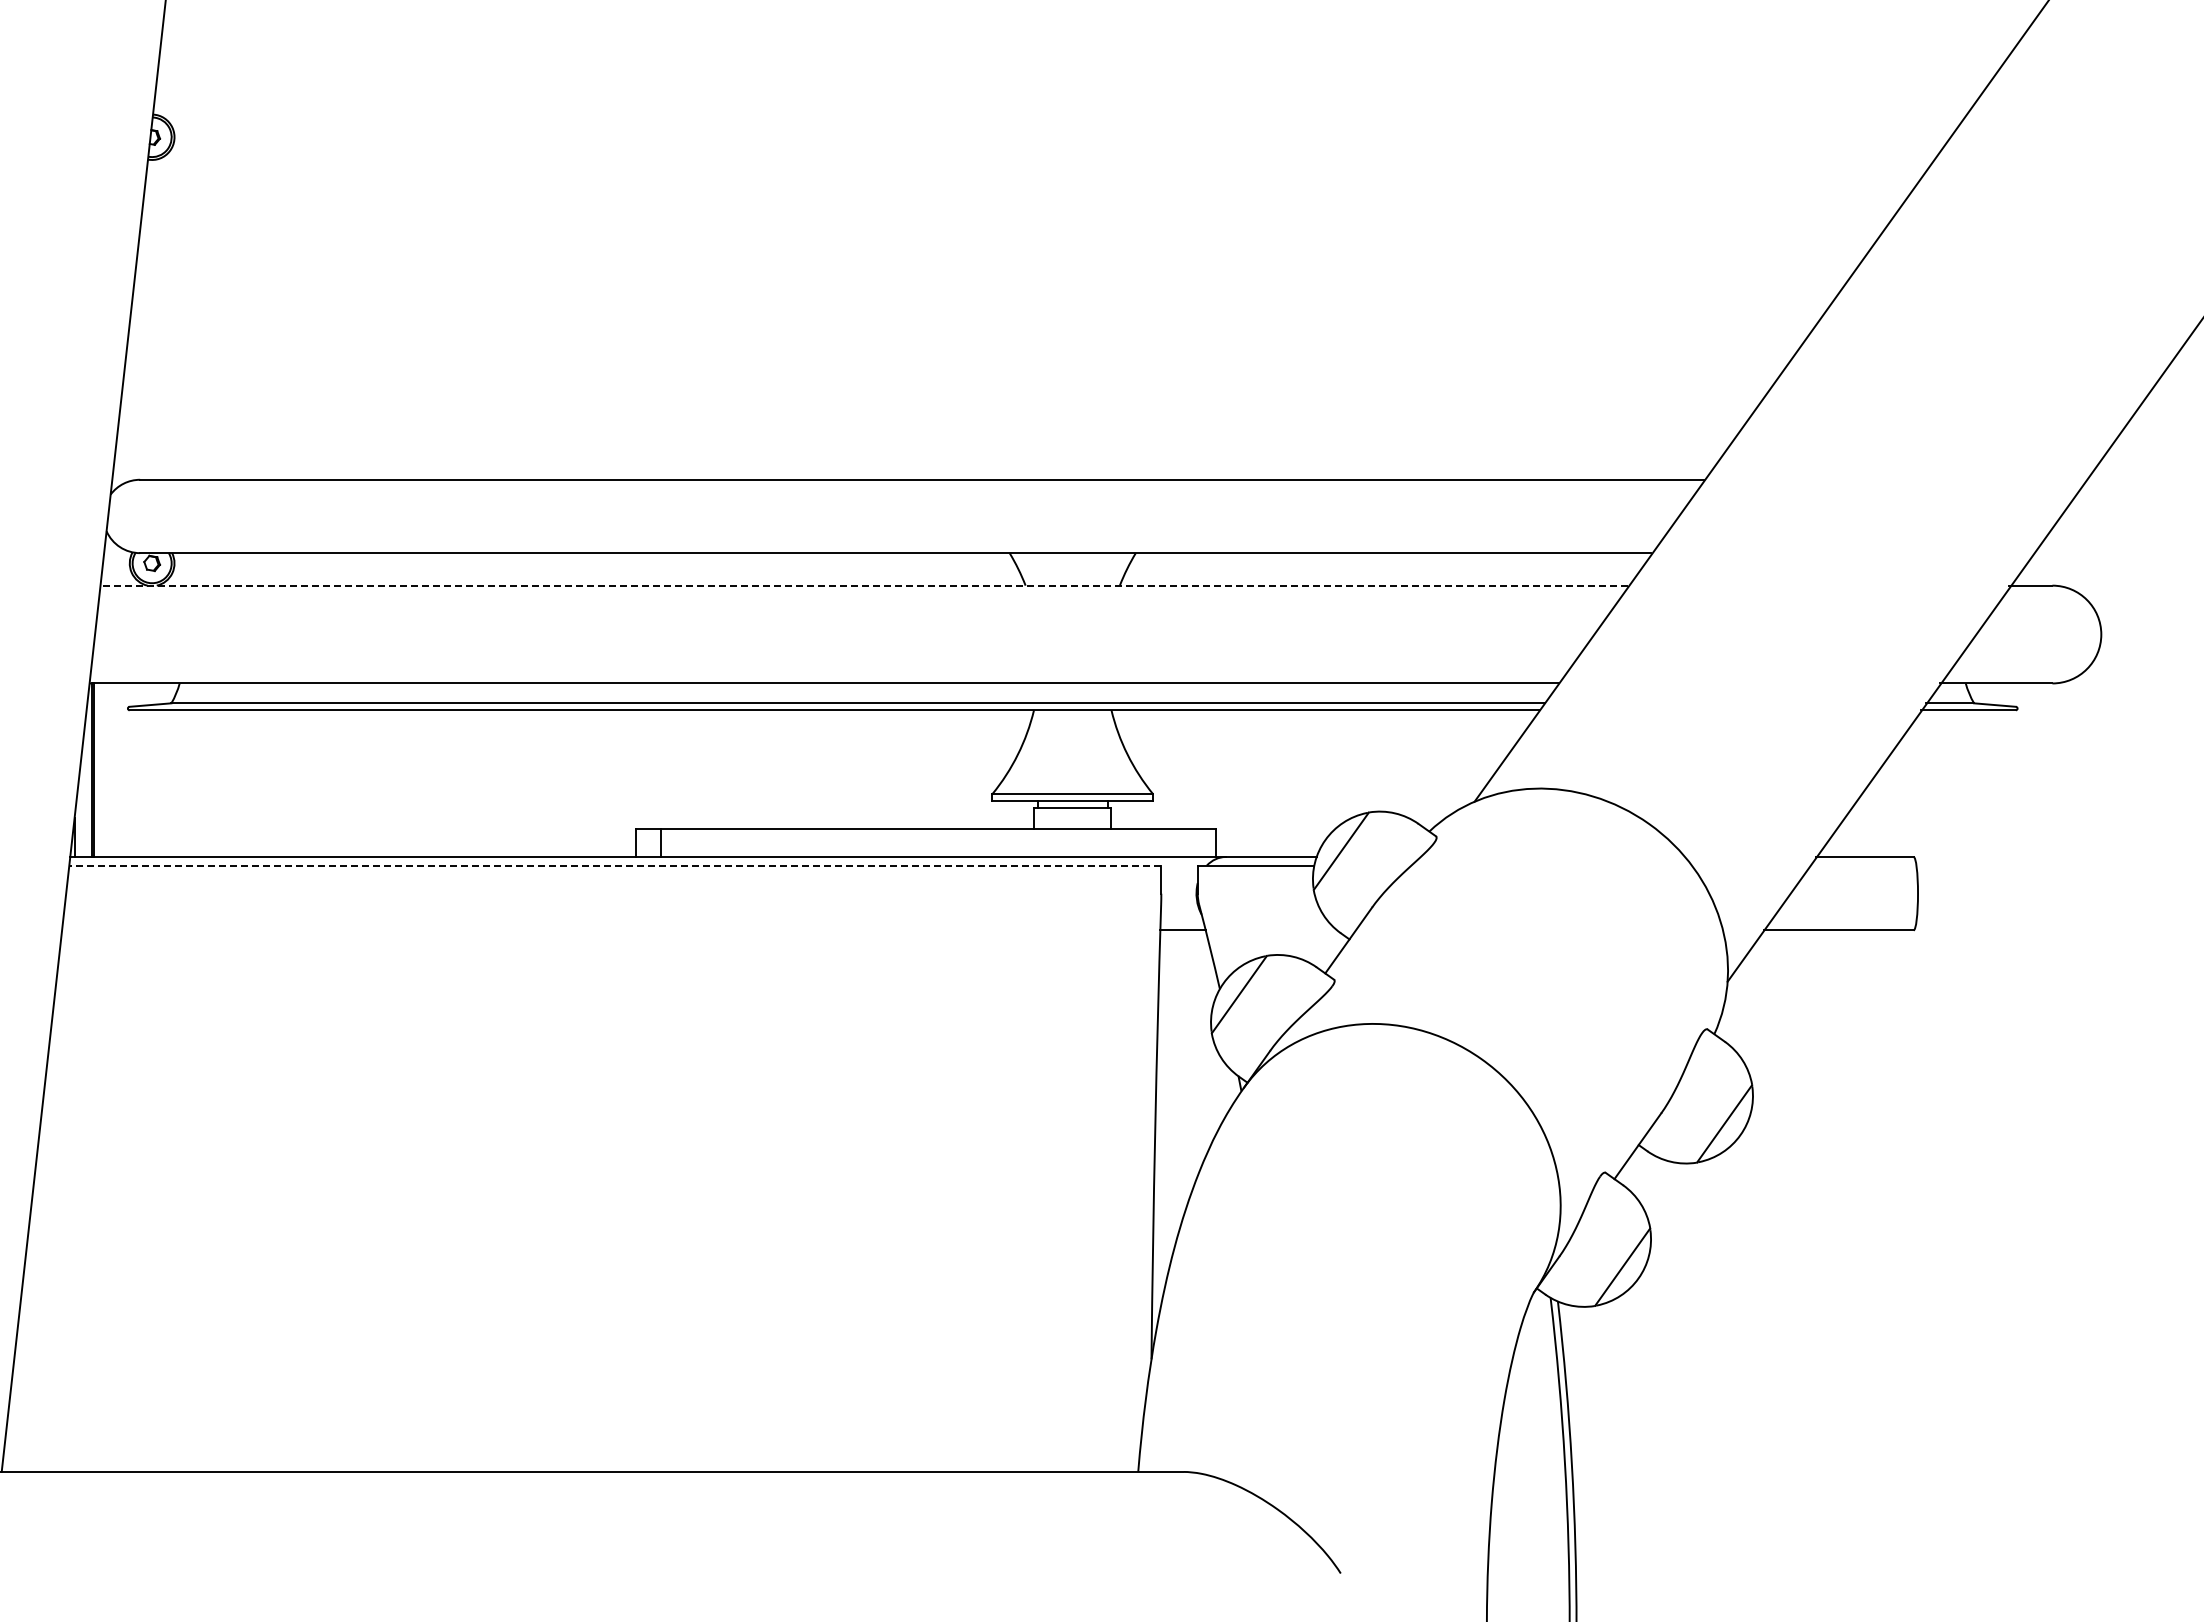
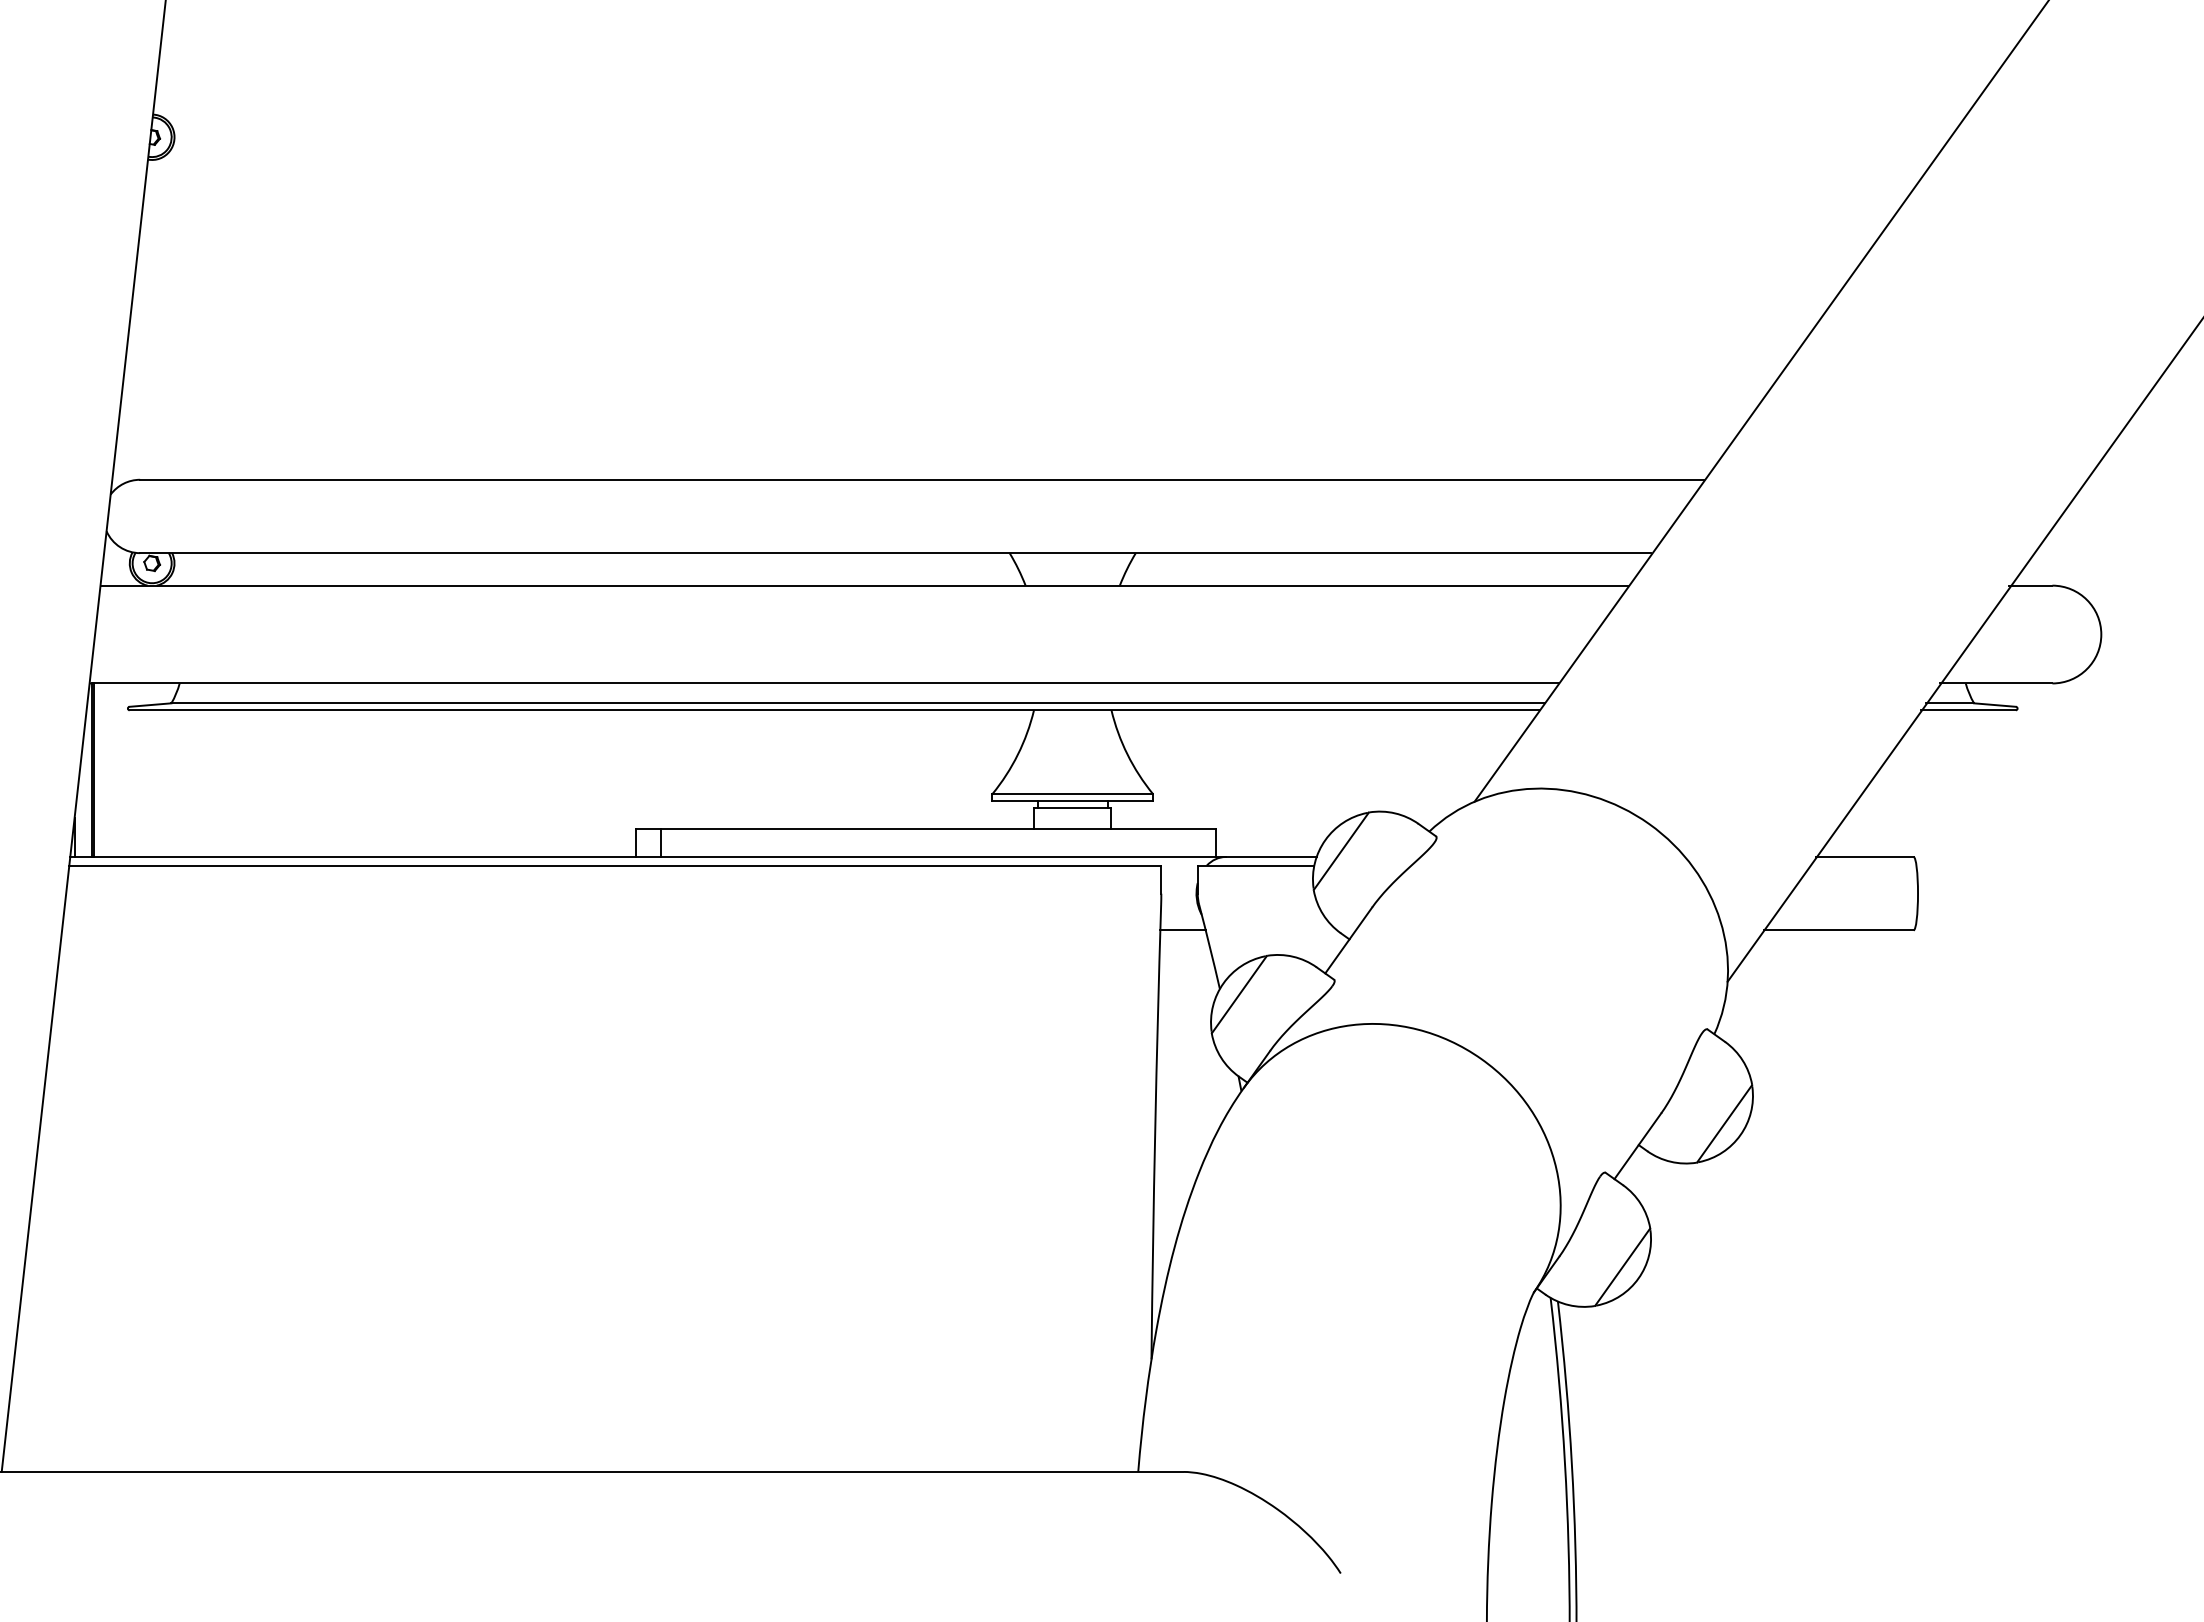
line at (864, 585): dashed -> solid
line at (614, 865): dashed -> solid
